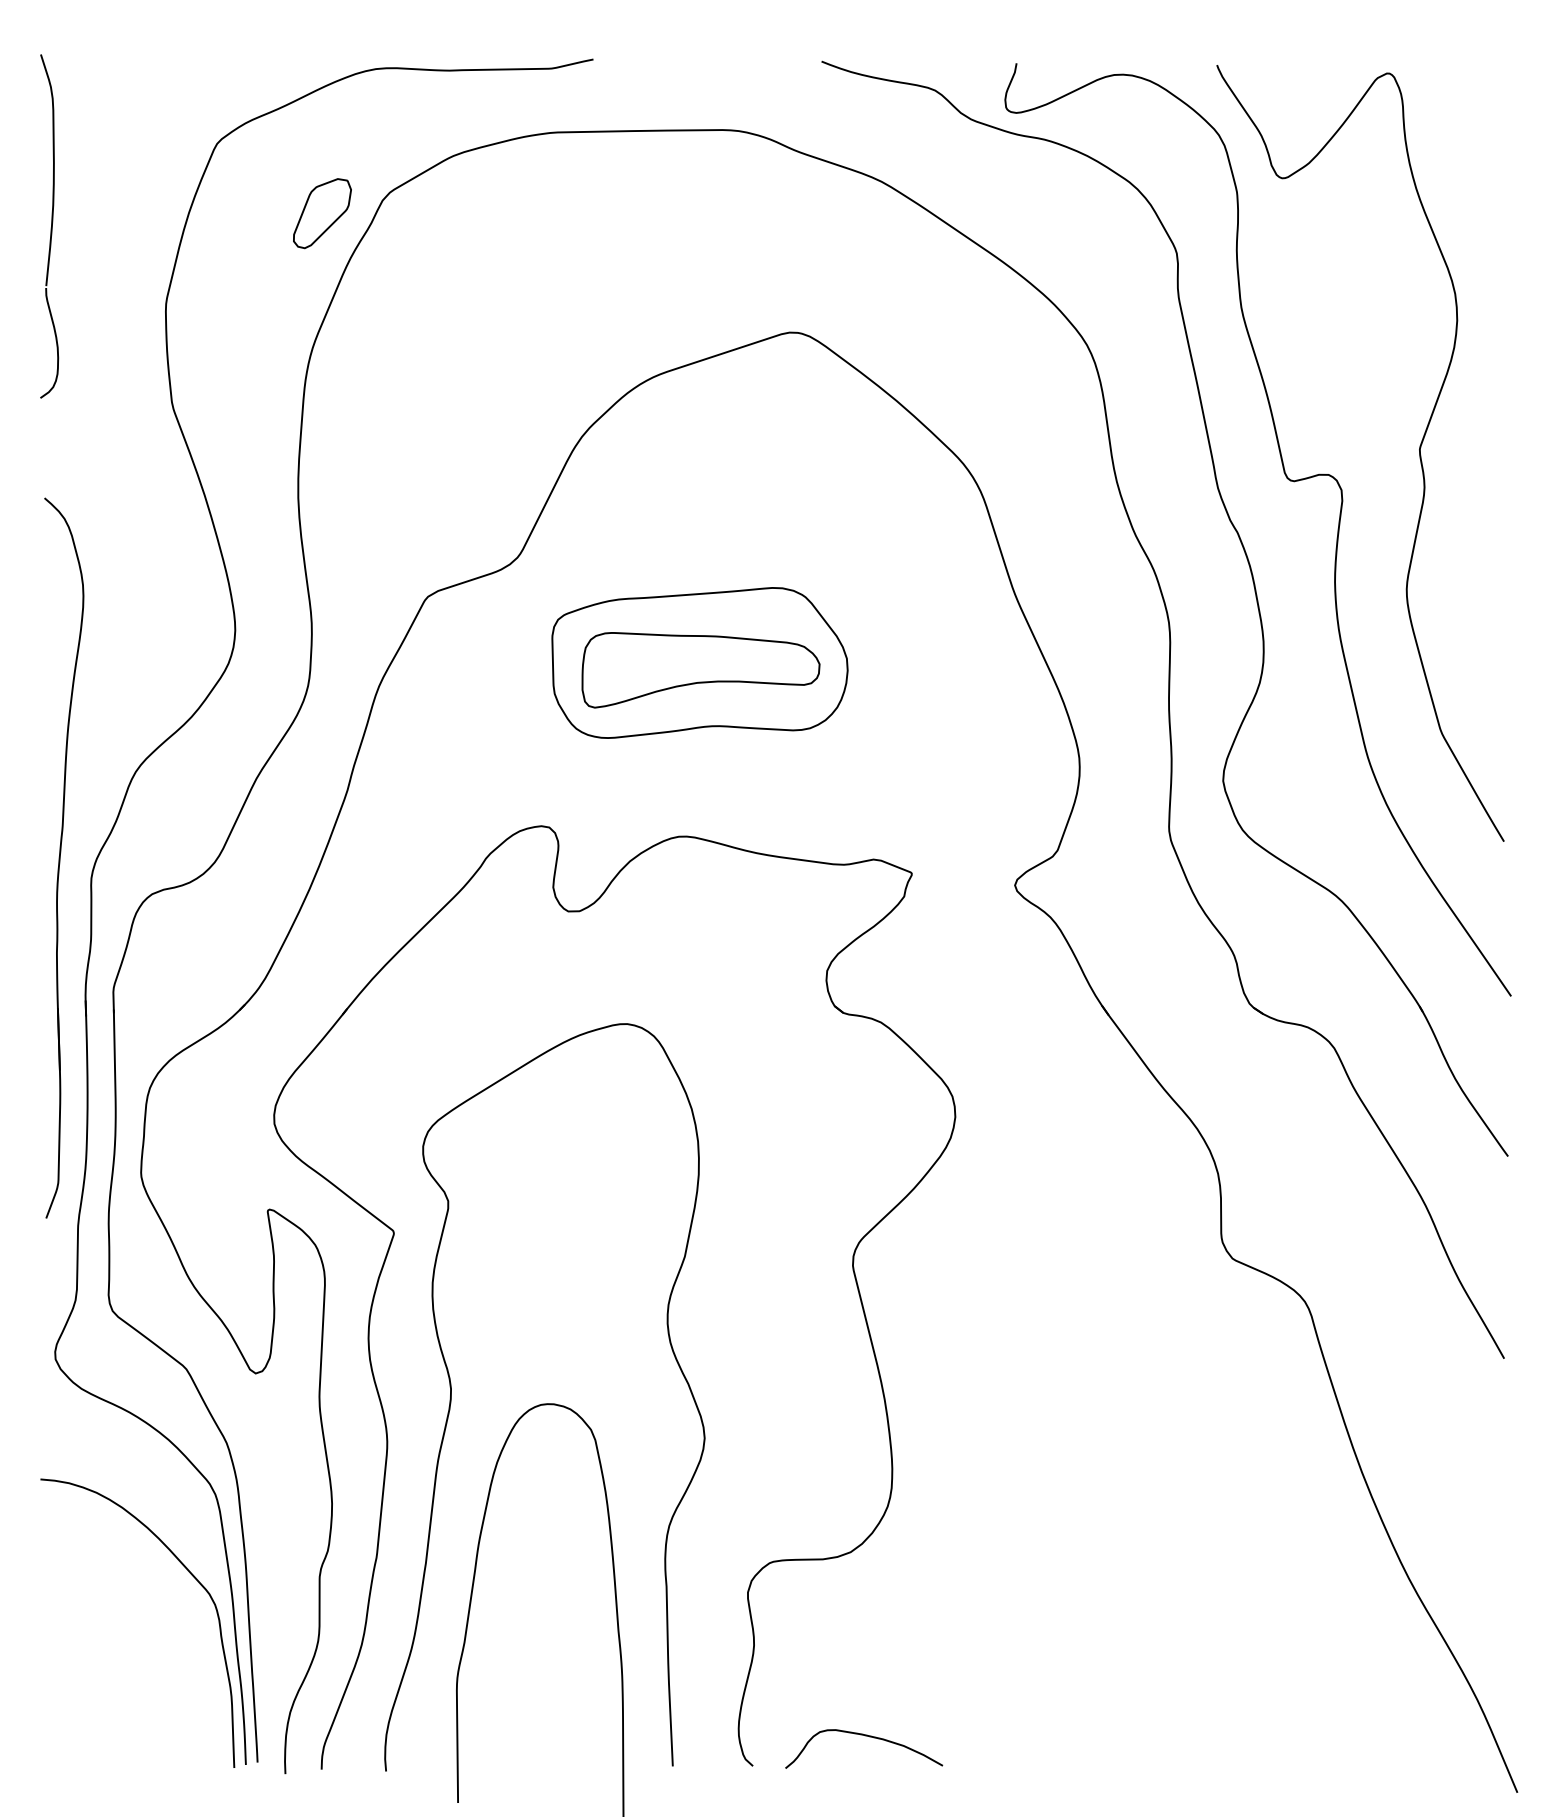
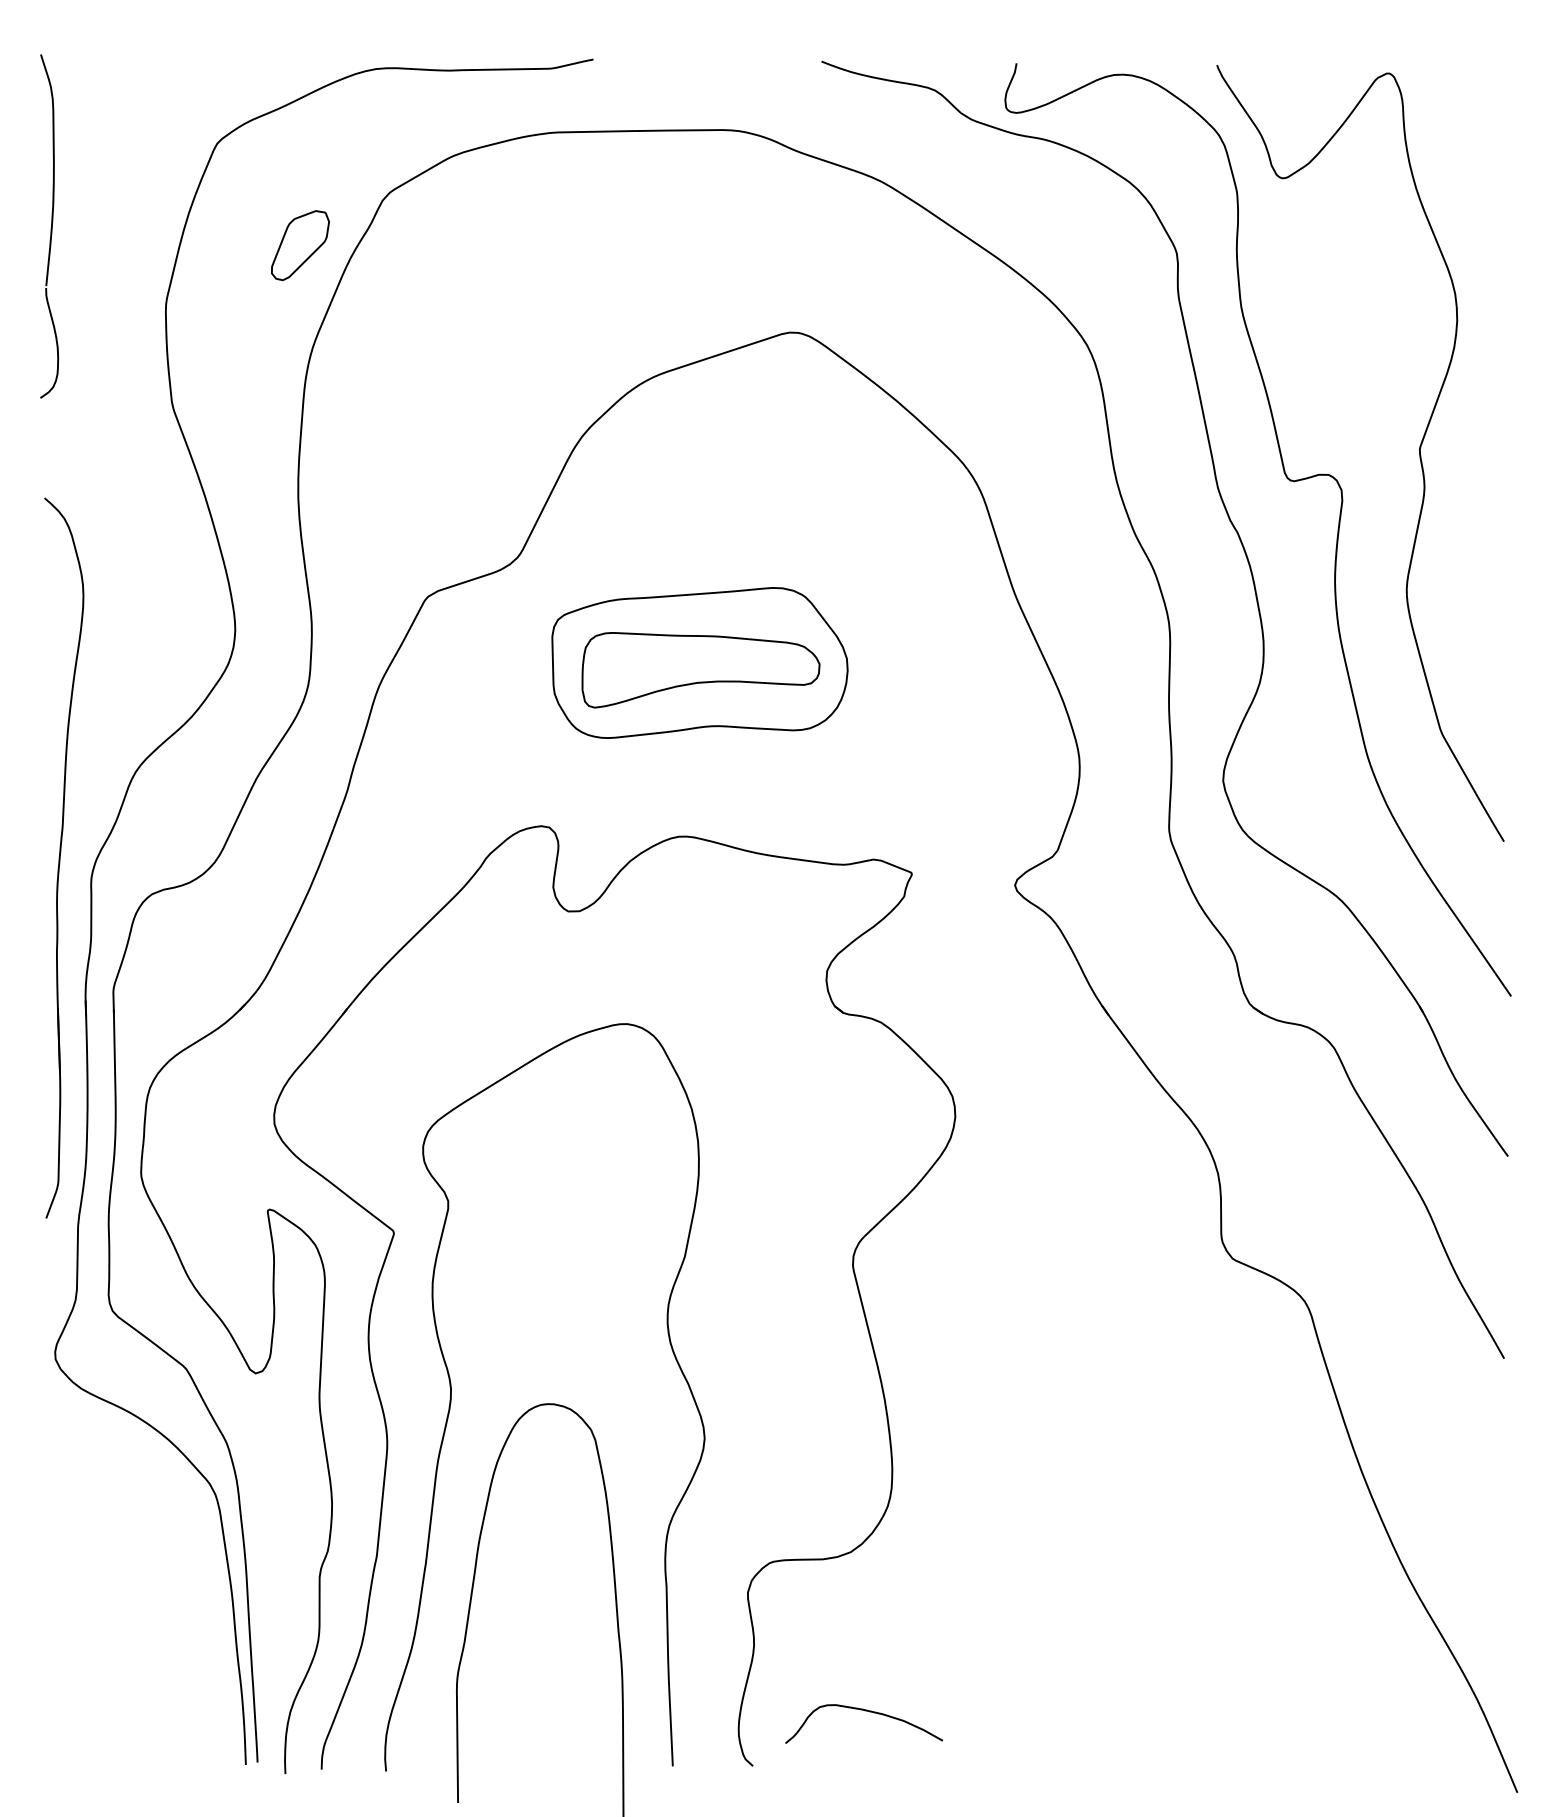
part at (322, 213) position: (322, 213) -> (300, 245)
curve at (189, 1573): present -> none
curve at (865, 1736) position: (865, 1736) -> (865, 1711)
